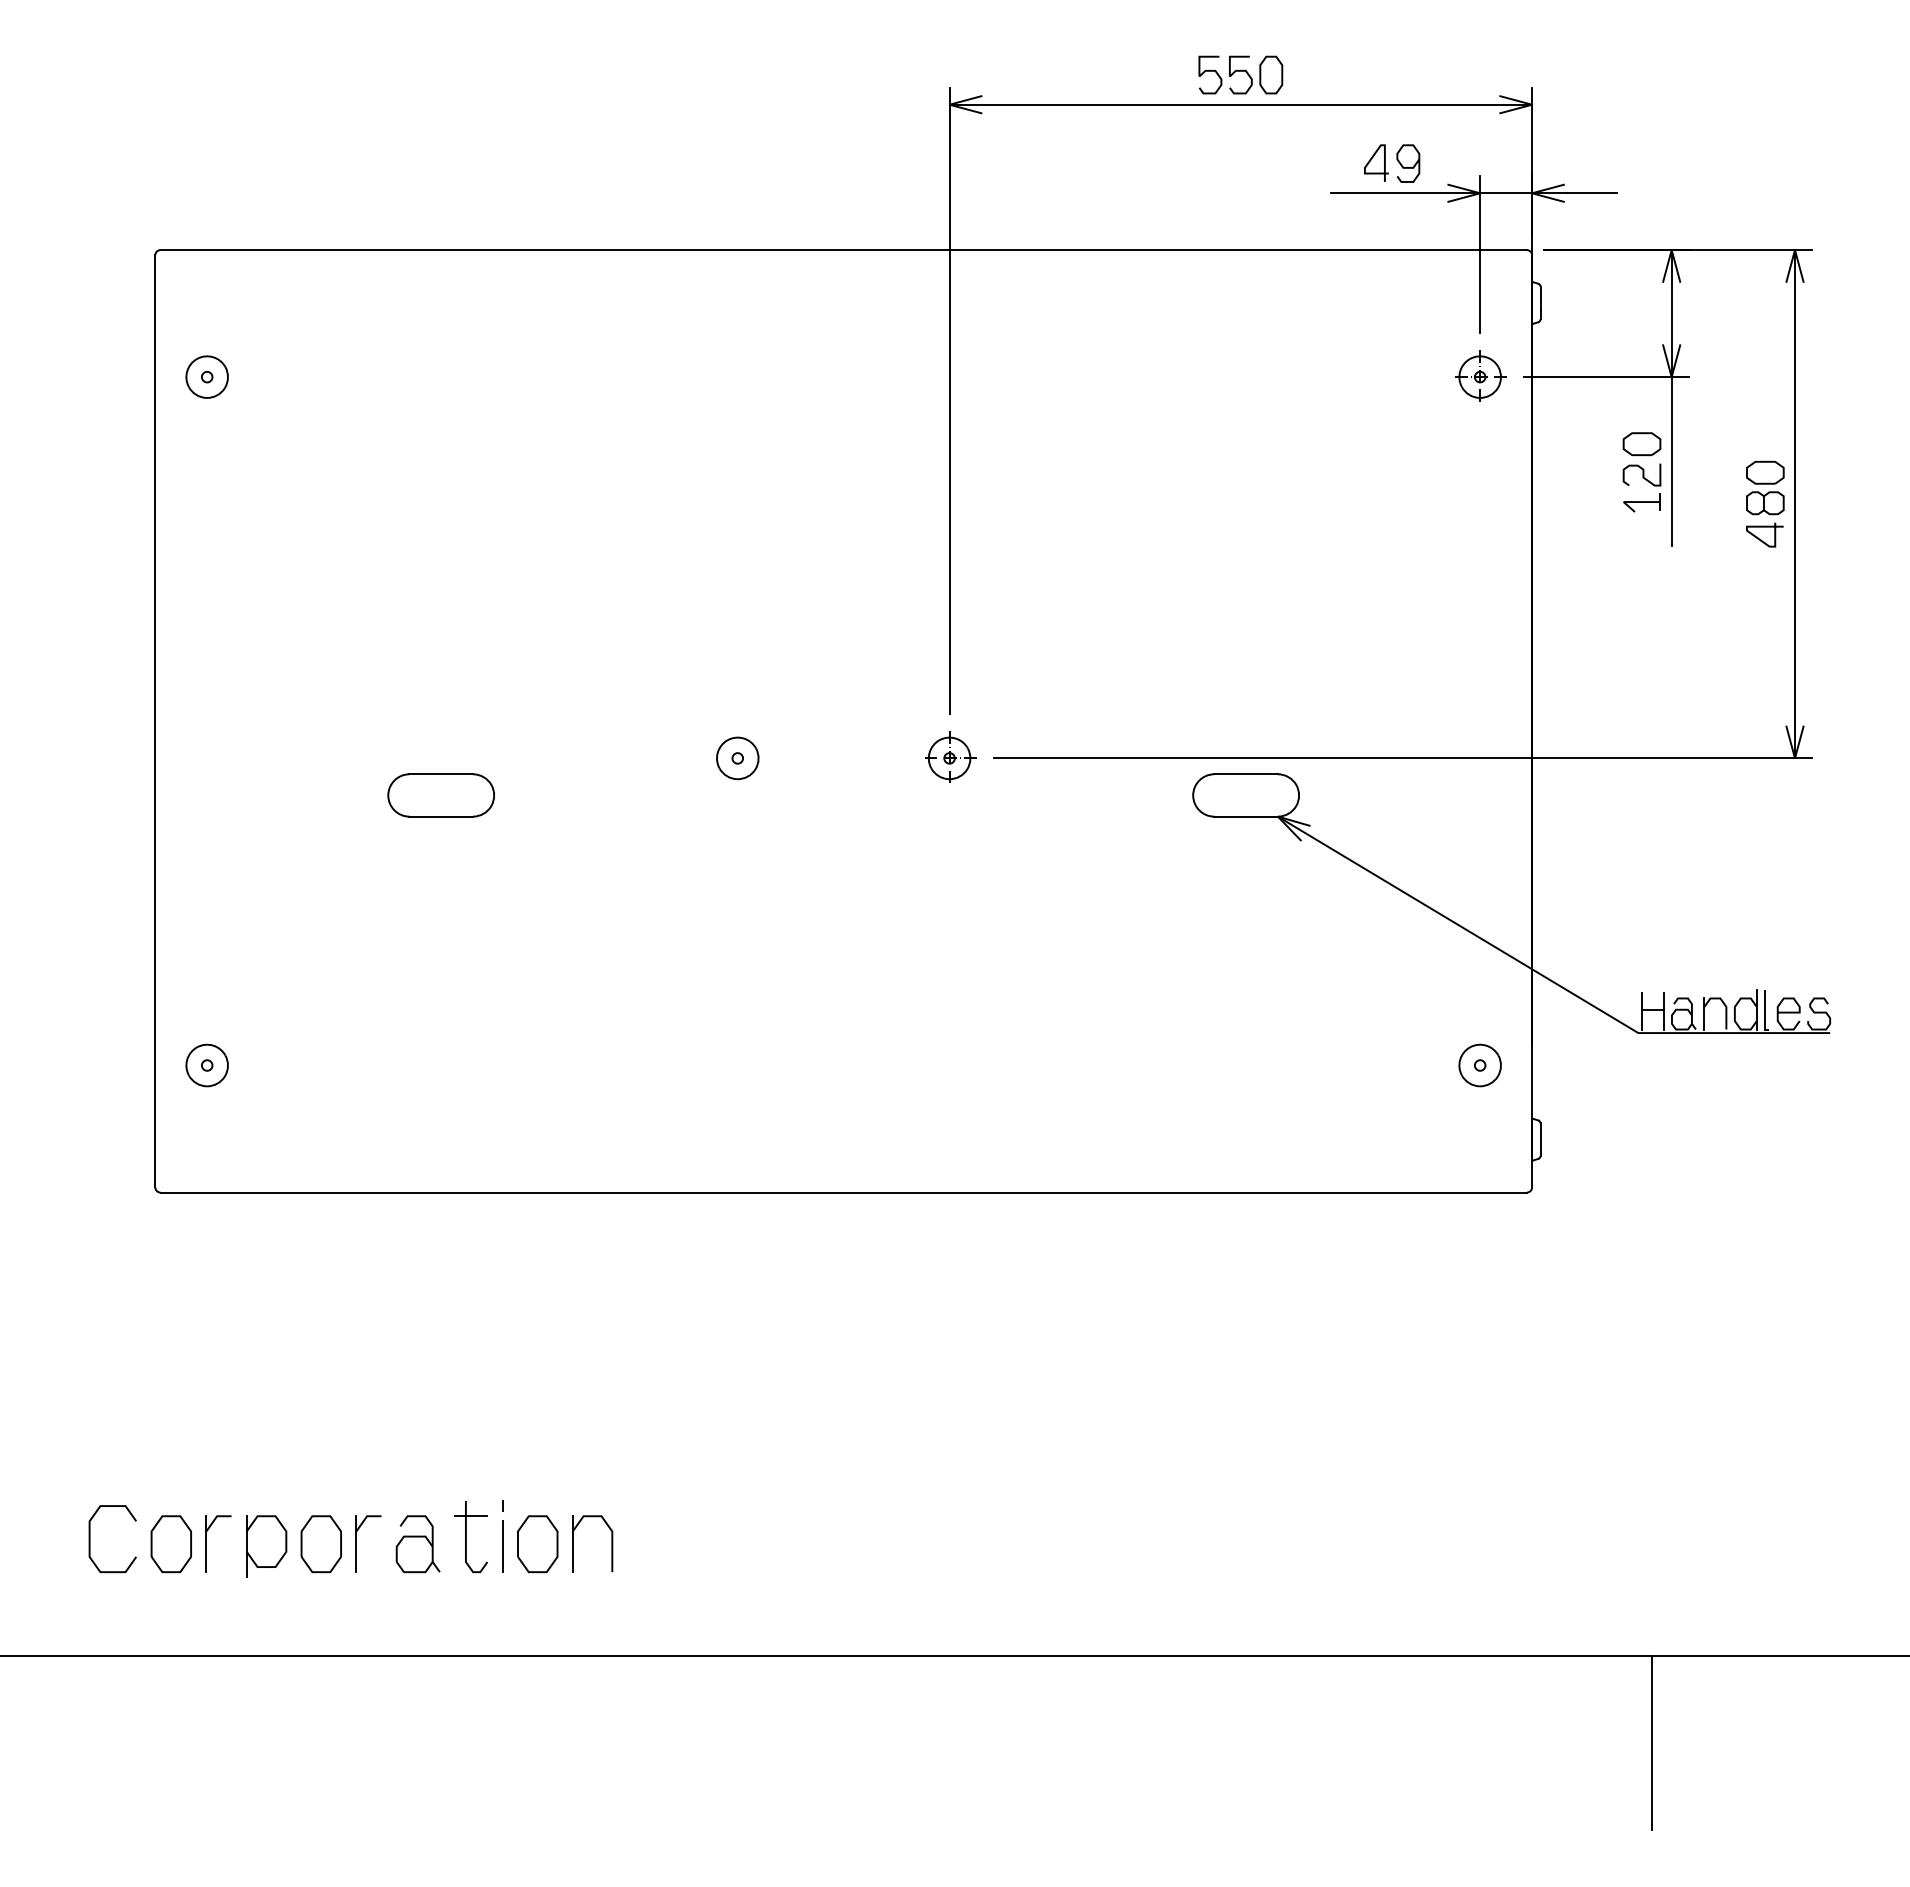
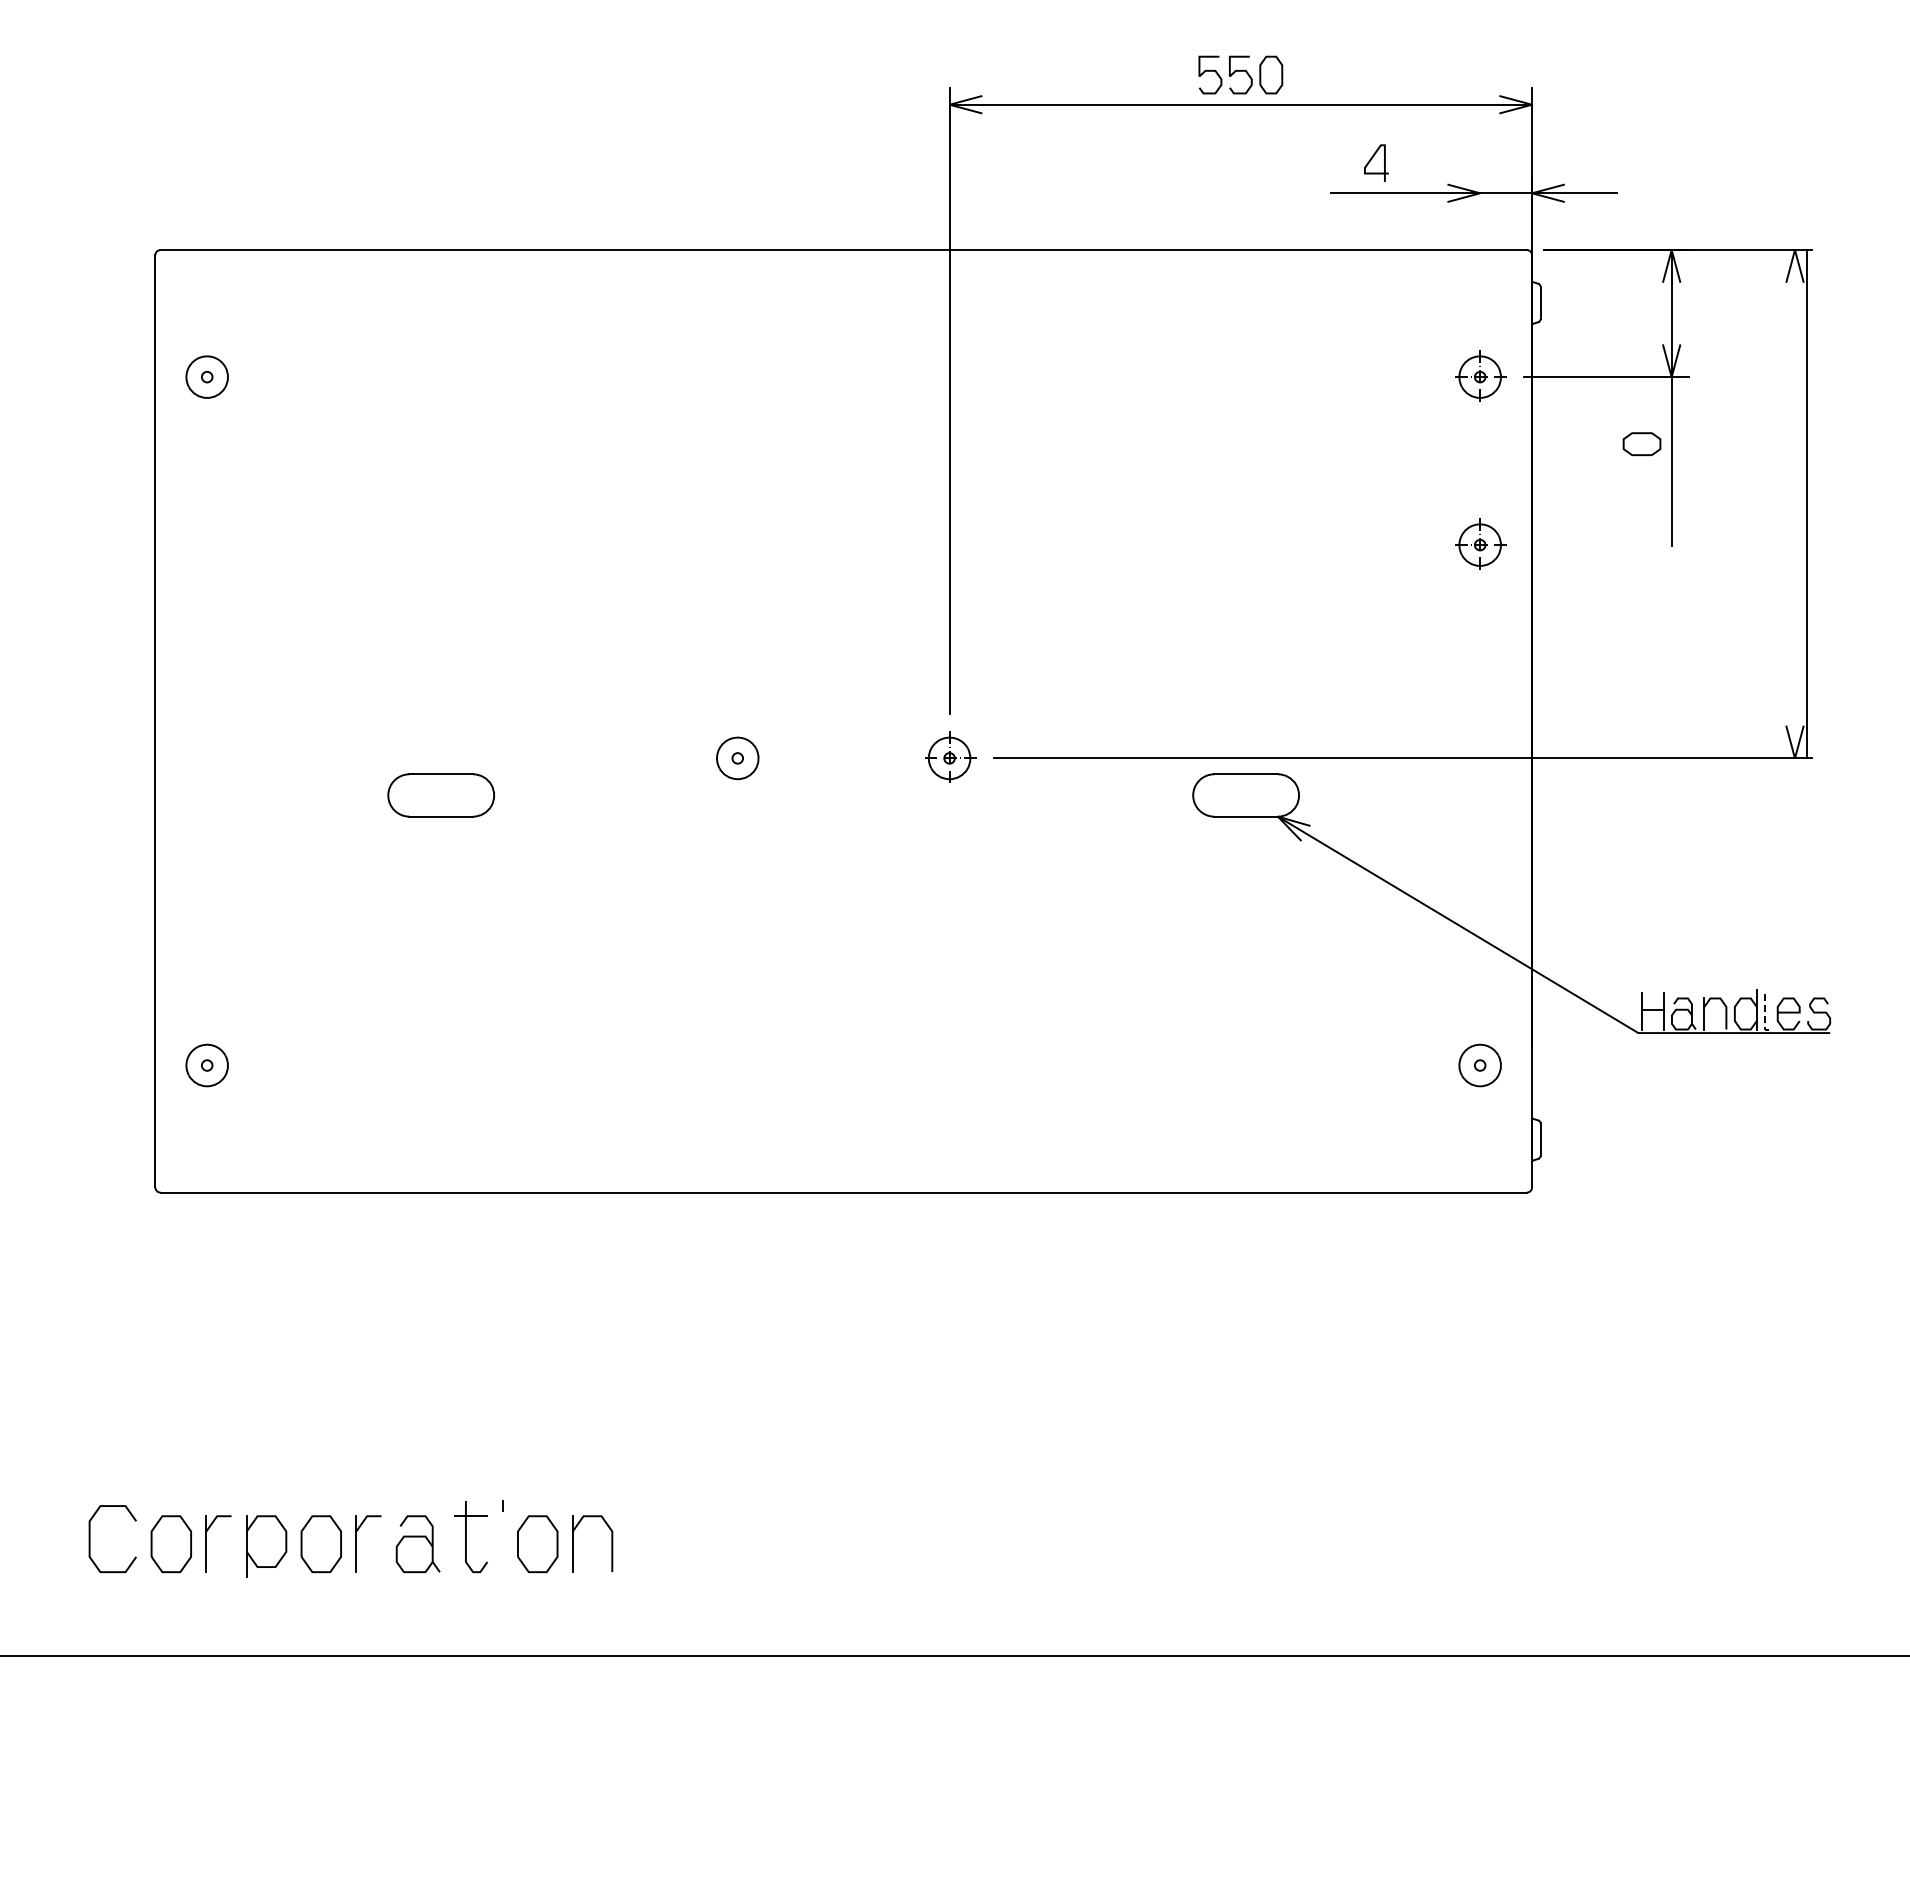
curve at (1408, 167): present -> none
line at (1480, 254): present -> none
part at (1645, 480): present -> none
part at (1765, 503): present -> none
line at (1795, 504) position: (1795, 504) -> (1807, 504)
part at (1480, 543): none -> present
line at (1765, 1011): solid -> dashed
line at (502, 1546): present -> none
line at (1651, 1742): present -> none
